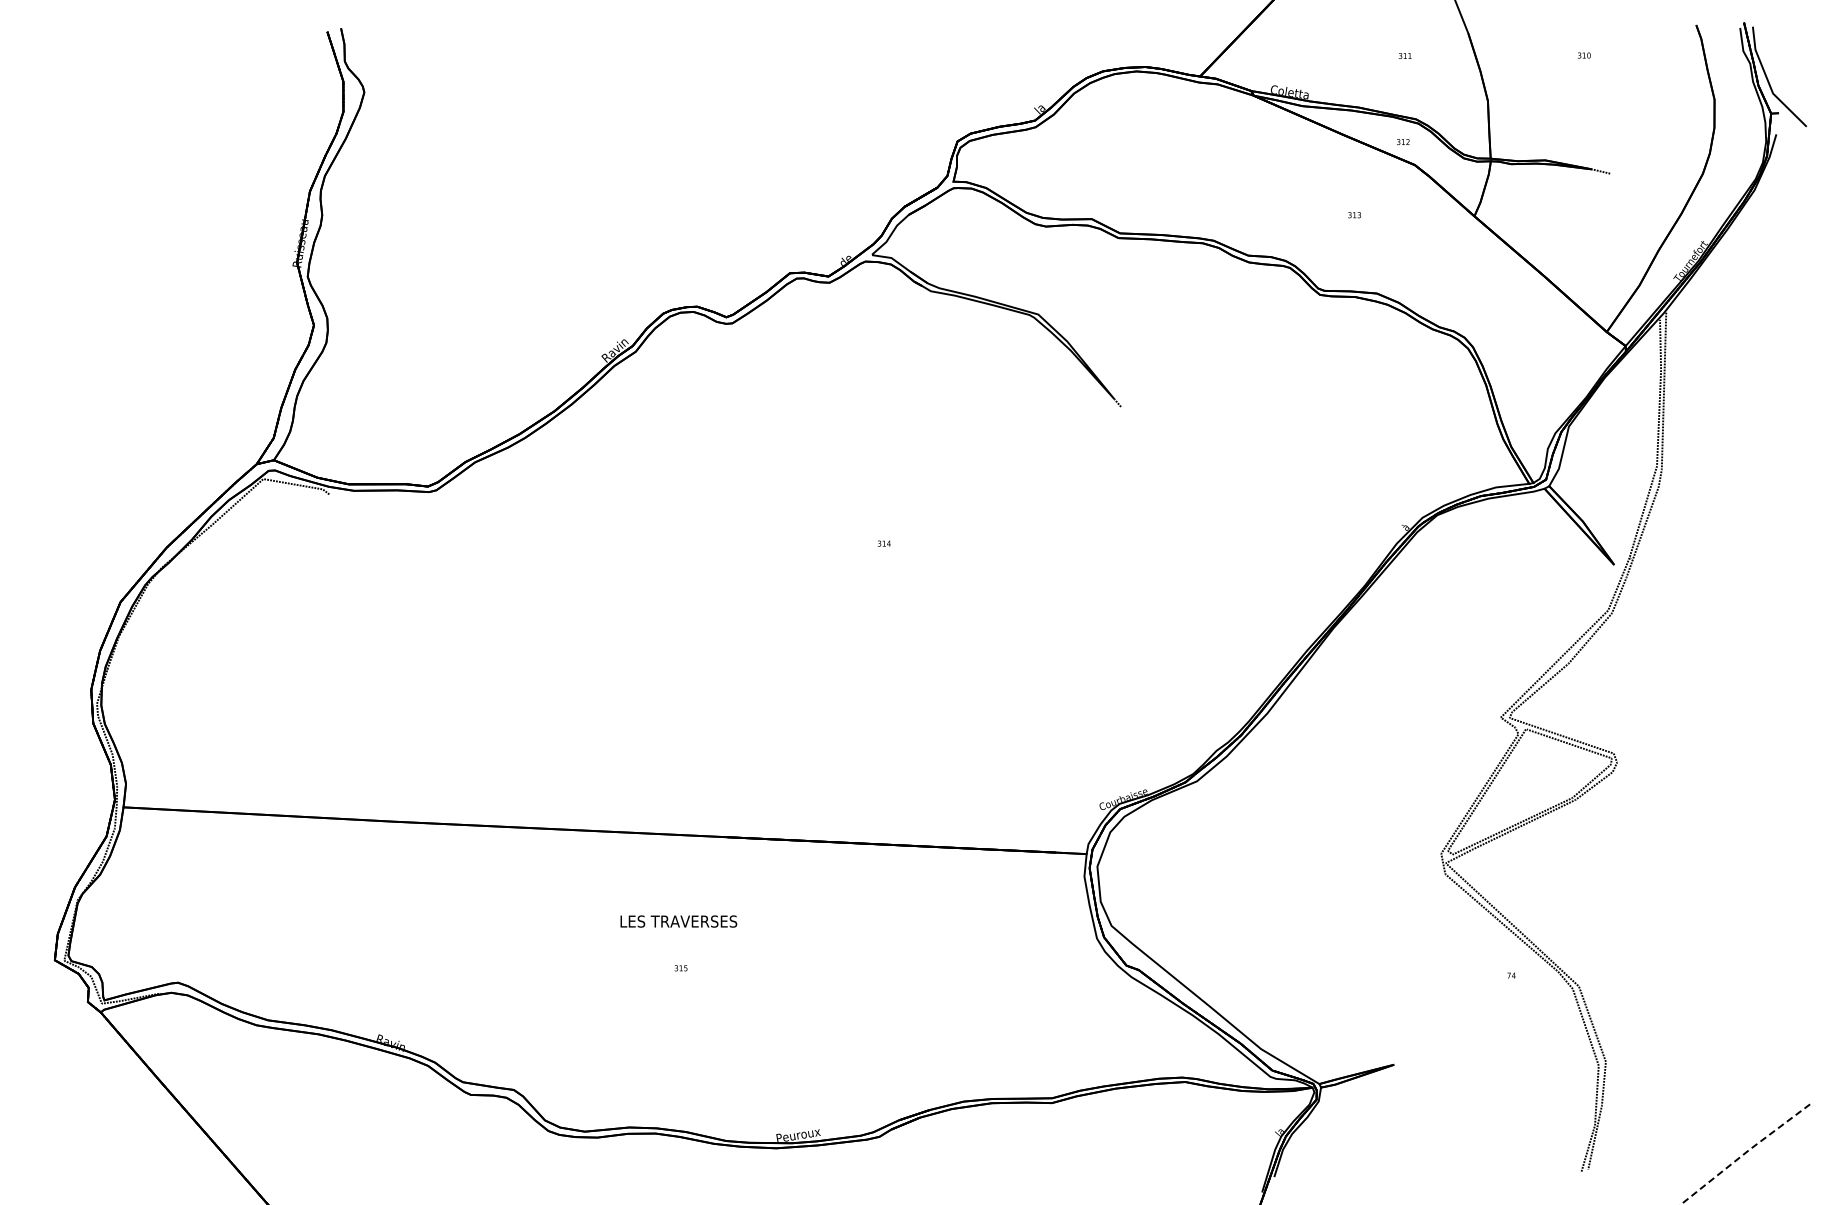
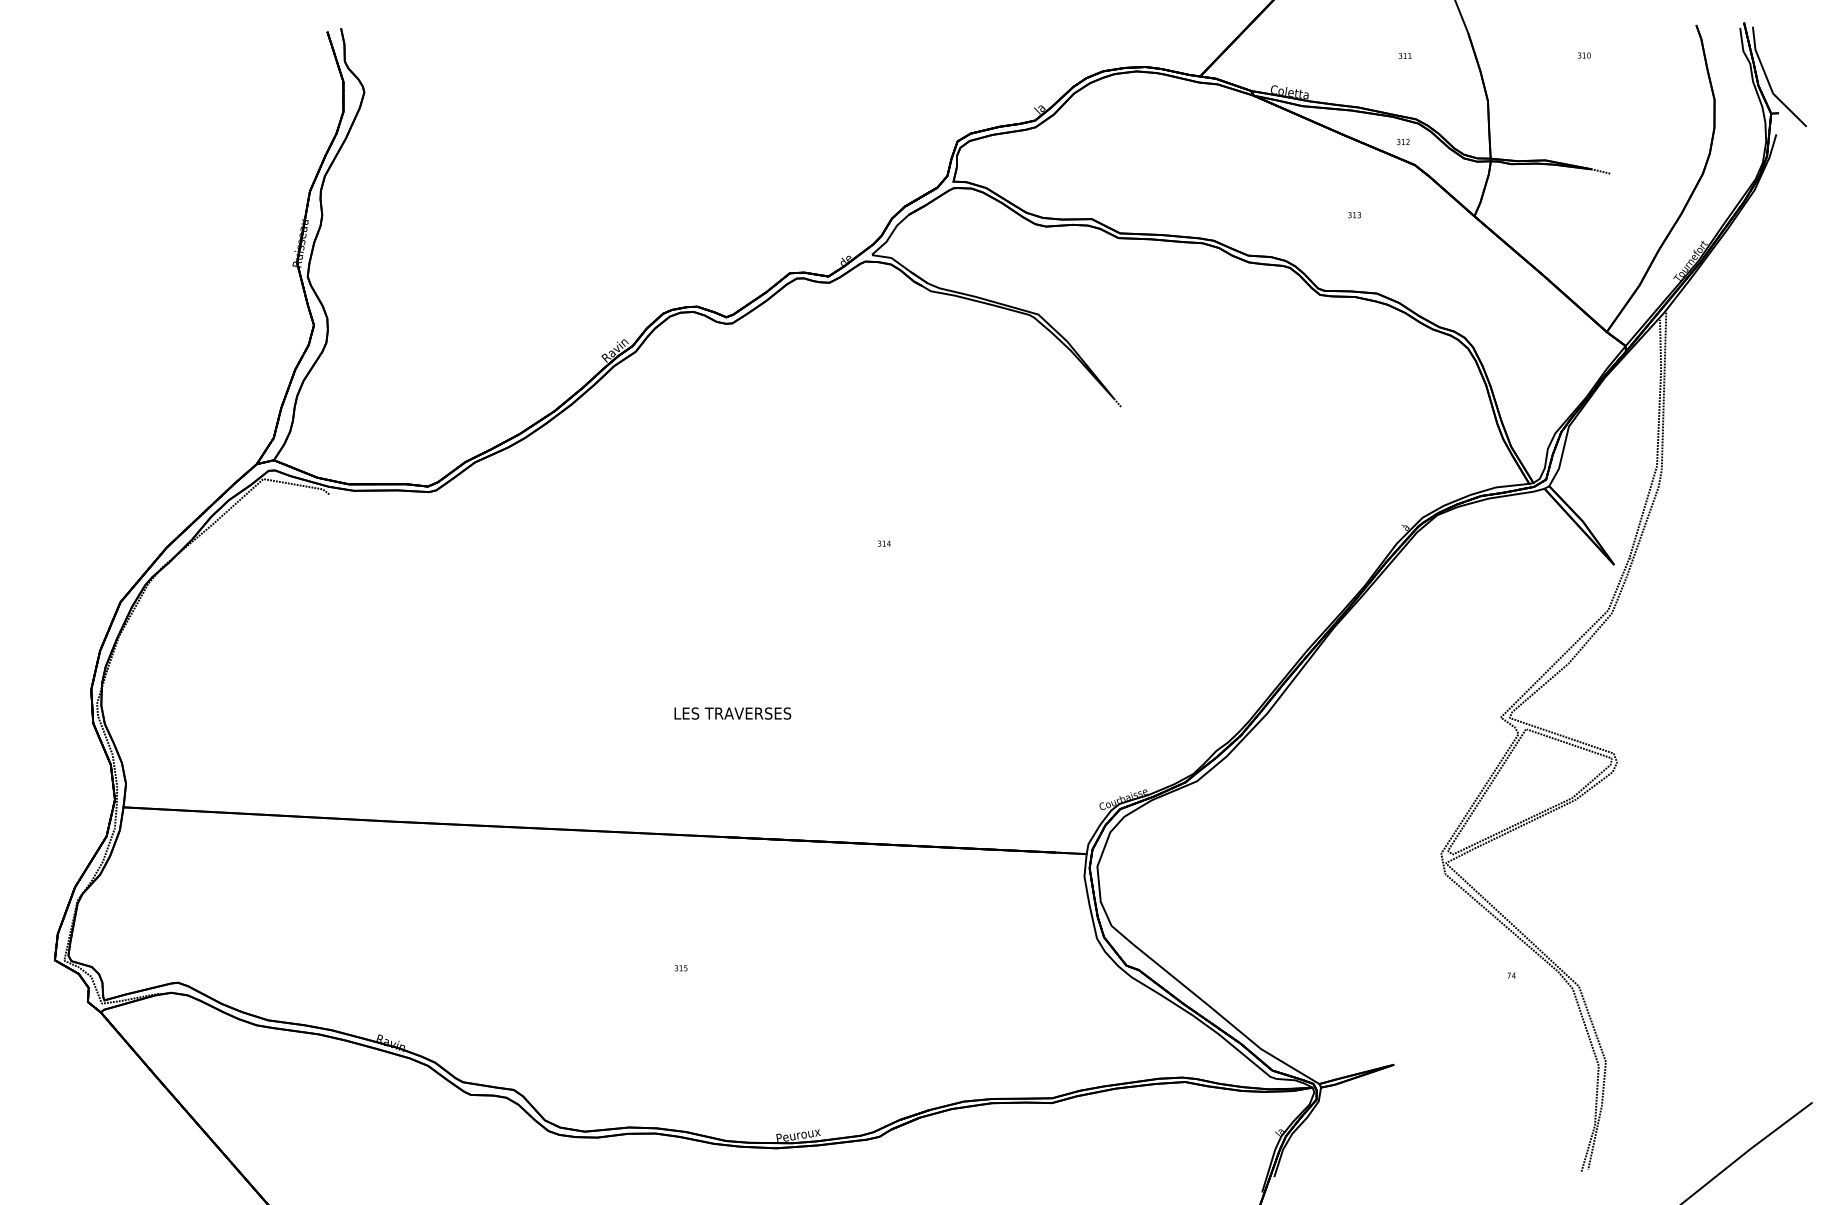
text at (678, 921) position: (678, 921) -> (732, 713)
line at (1746, 1152): dashed -> solid
